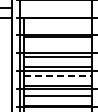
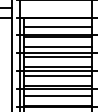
line at (57, 27): none -> present
line at (57, 47): none -> present
line at (58, 76): dashed -> solid
